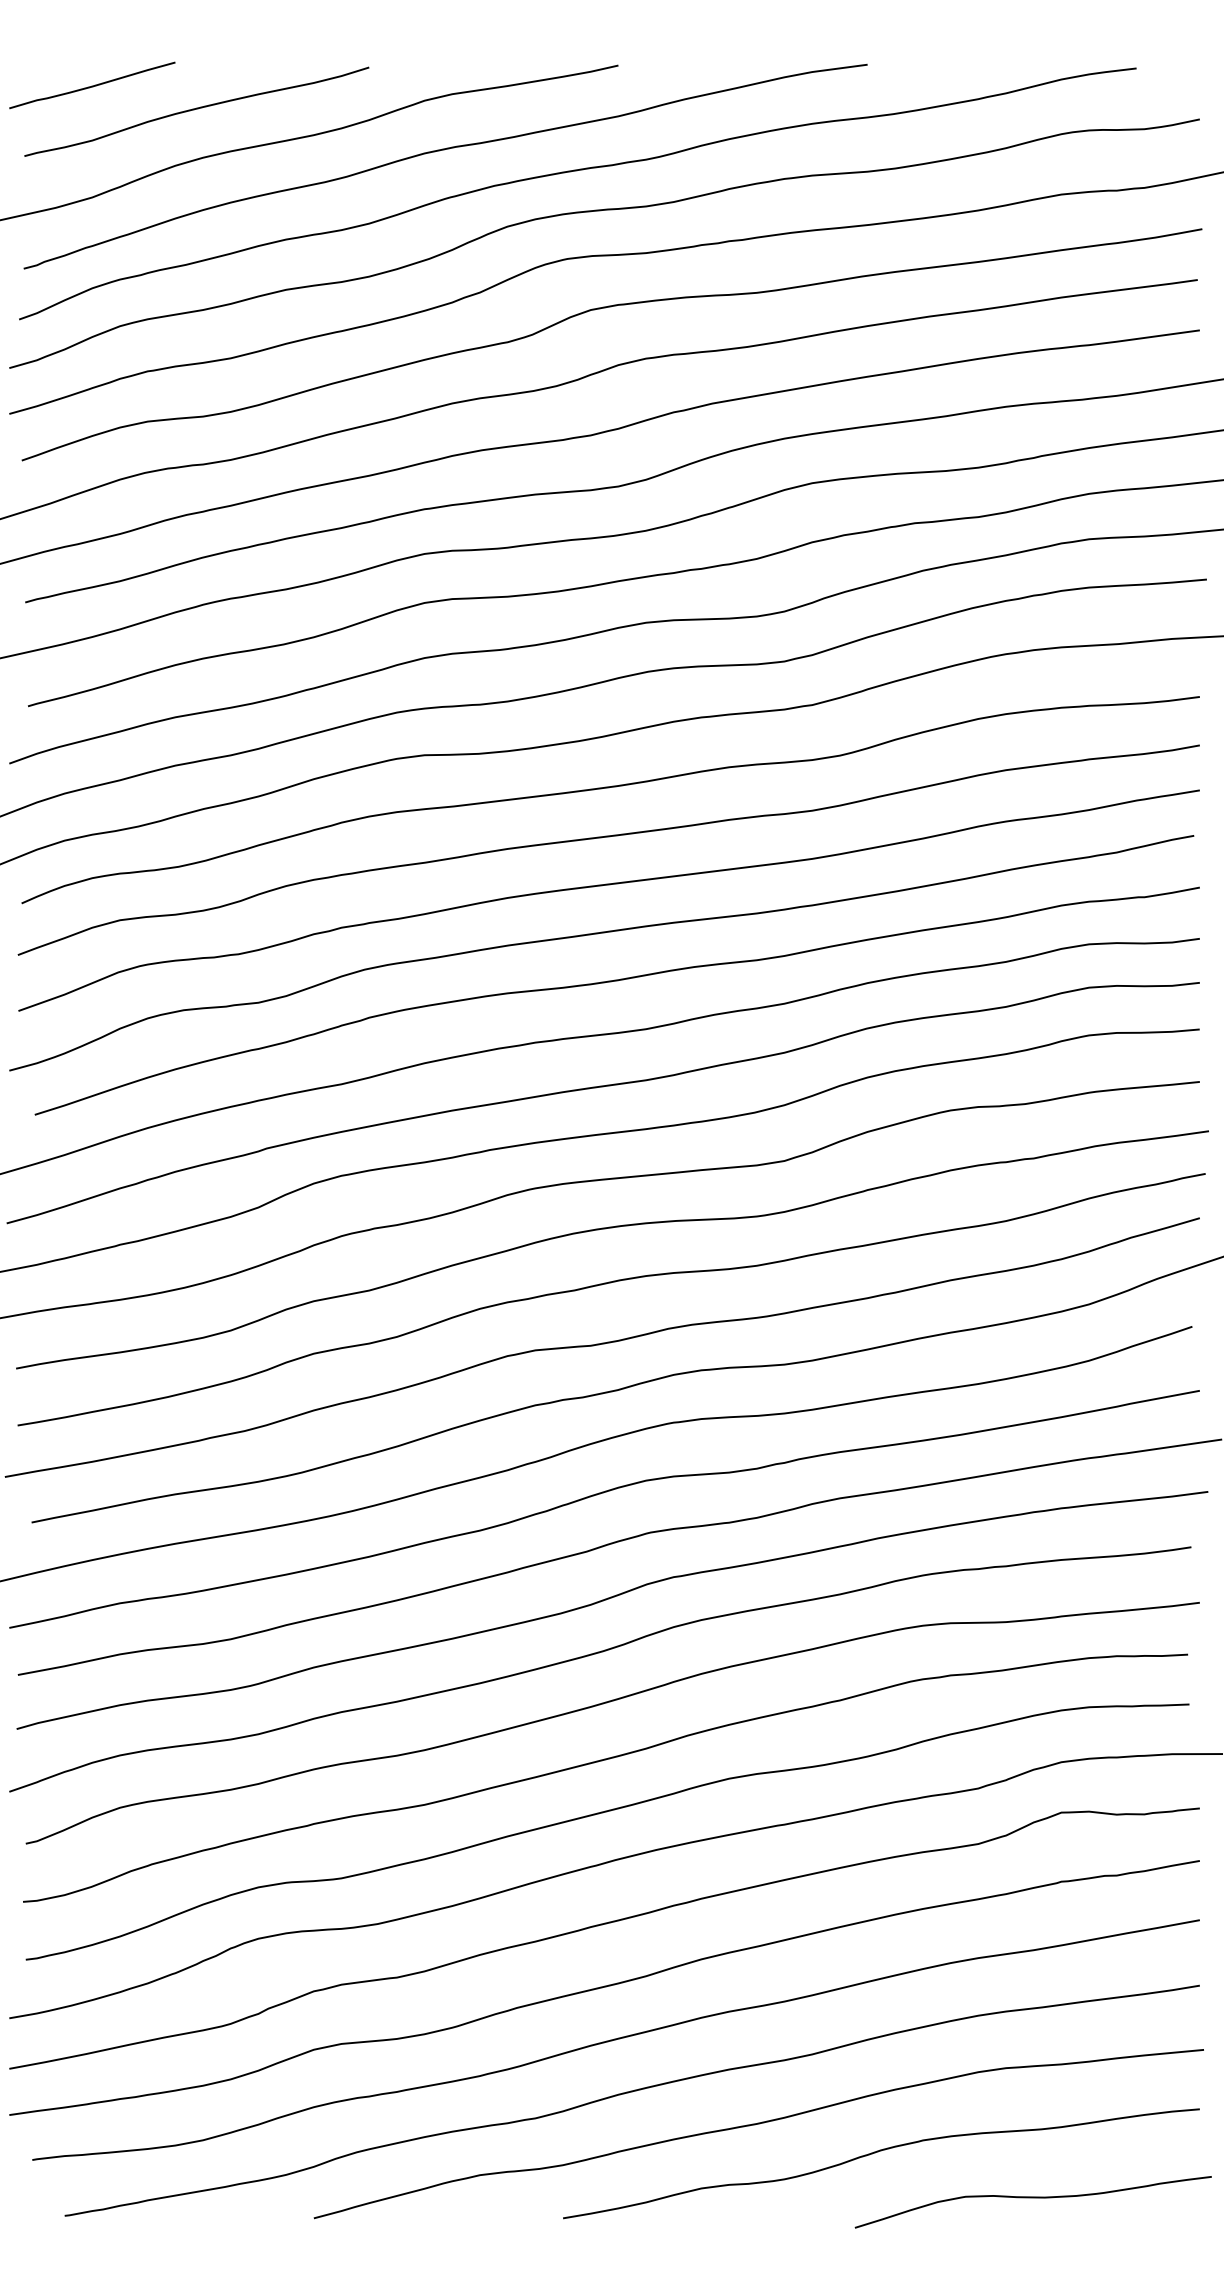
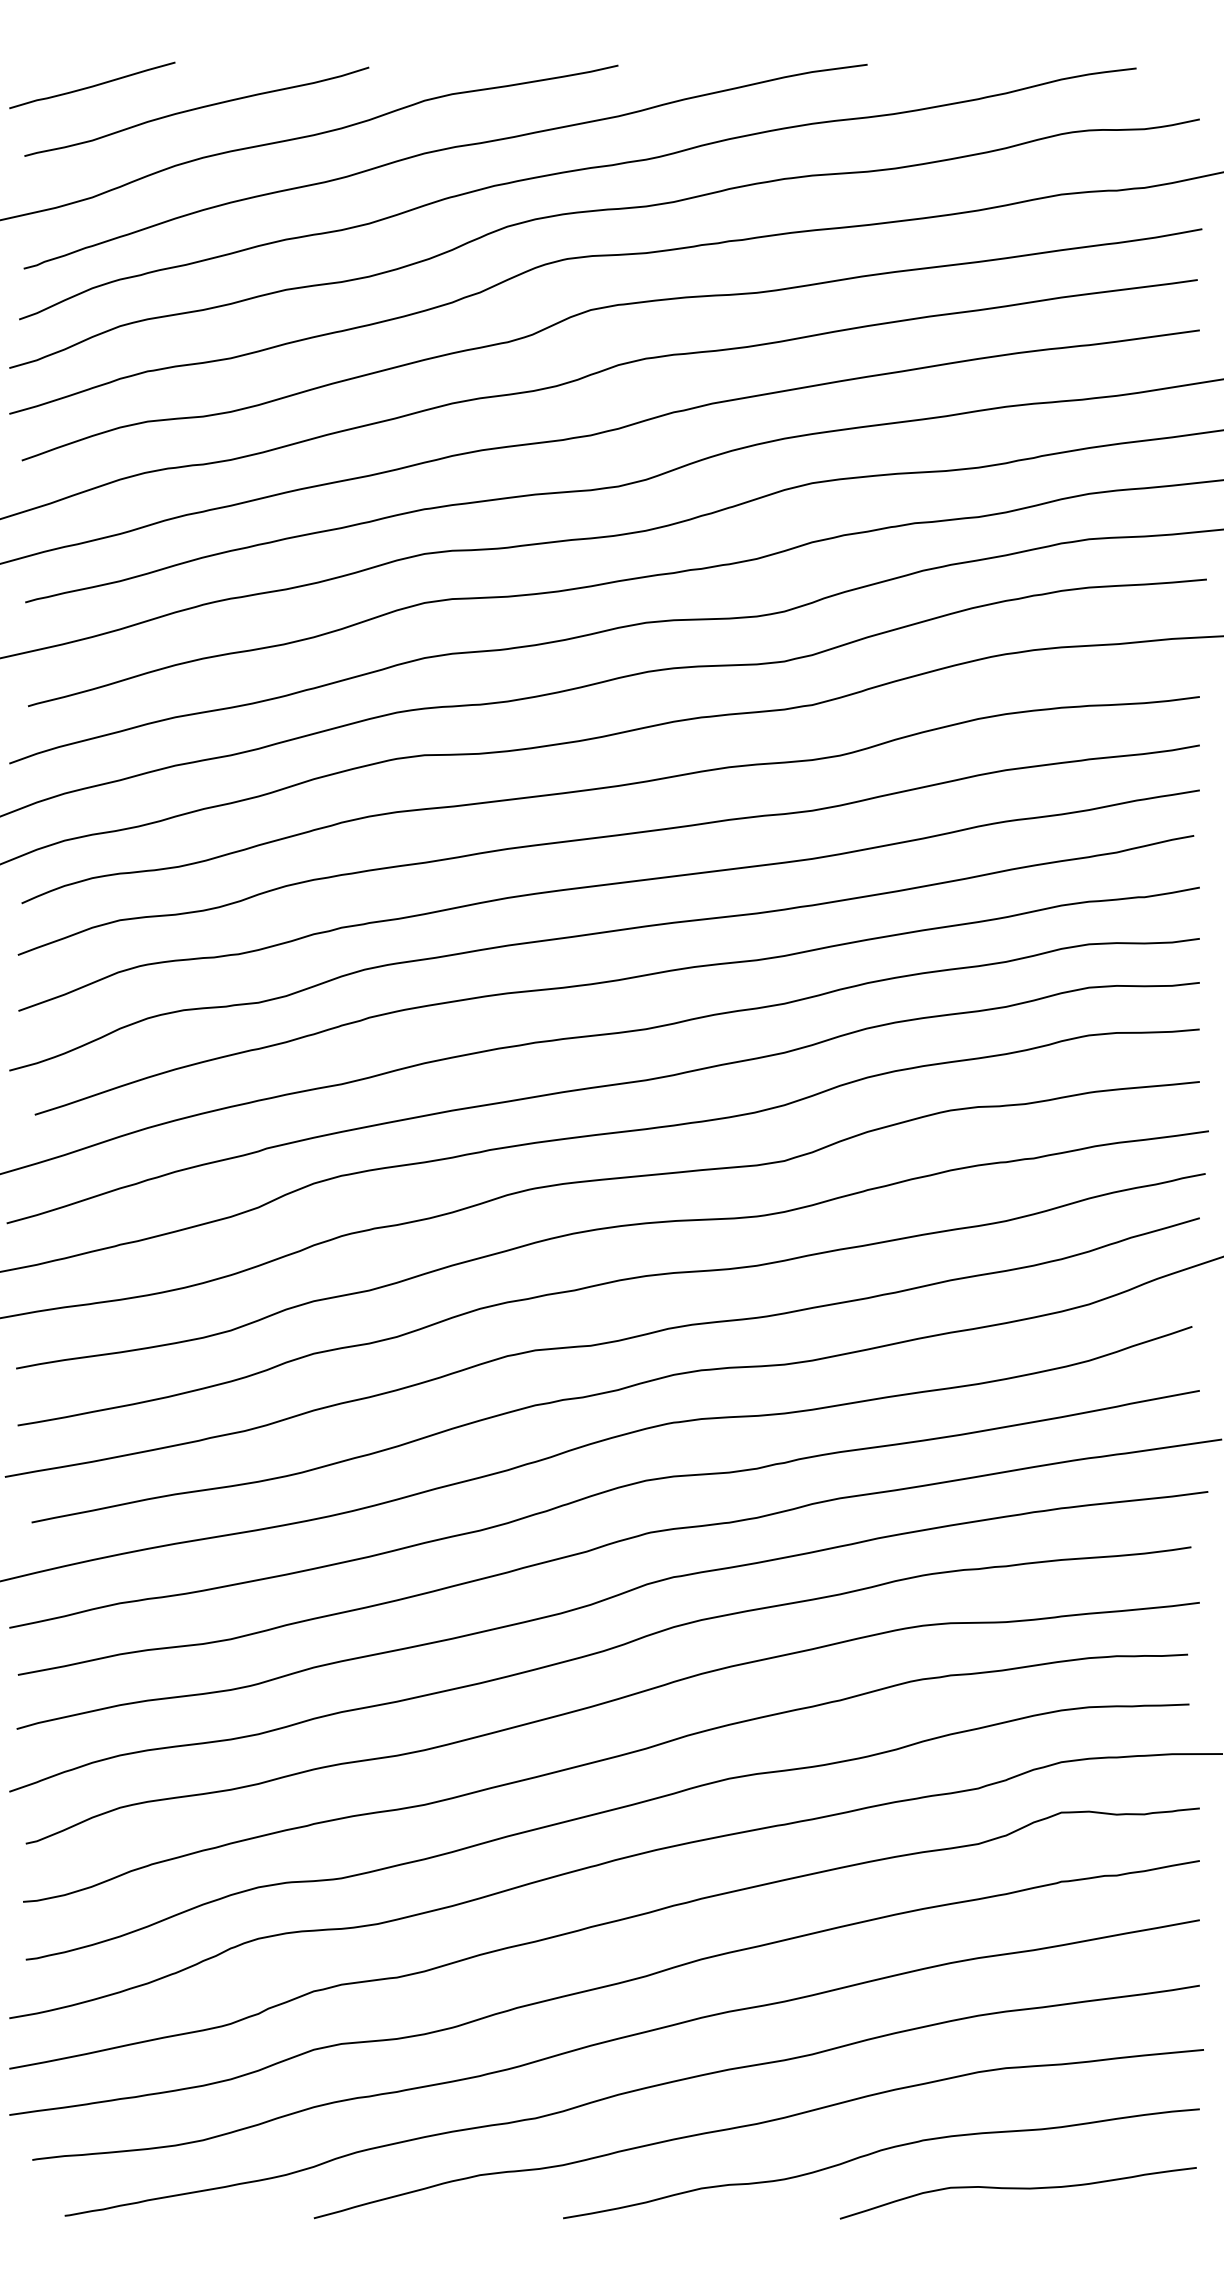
curve at (1032, 2198) position: (1032, 2198) -> (1017, 2189)
